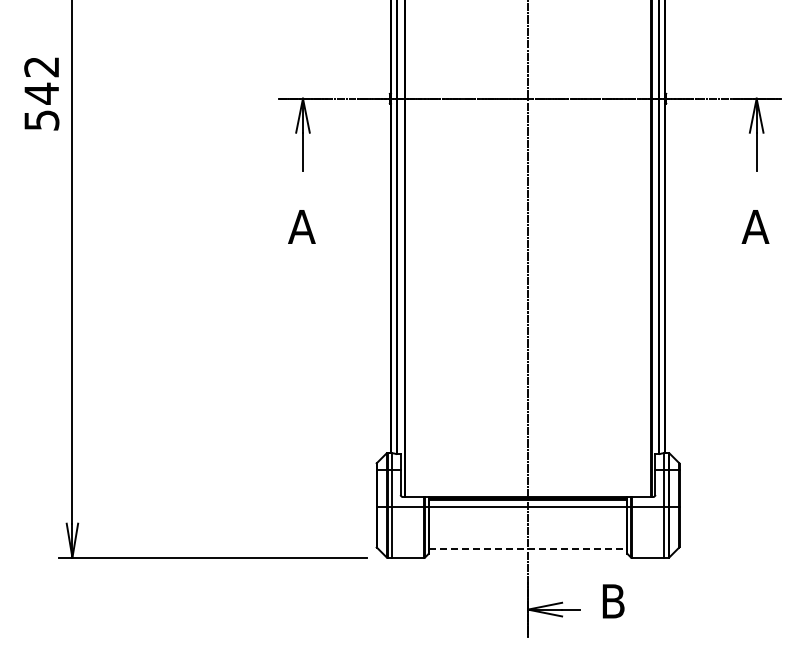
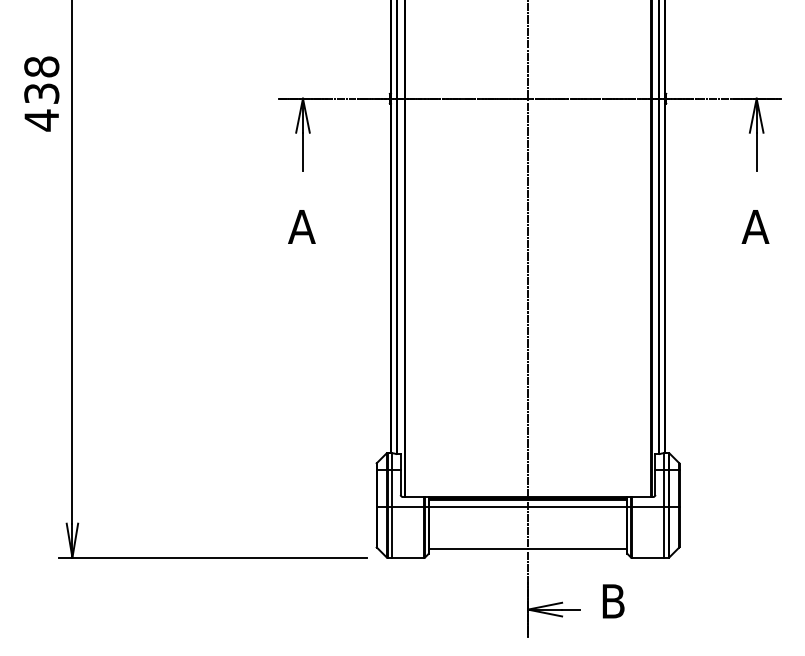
text at (41, 93): 542 -> 438
line at (528, 549): dashed -> solid
